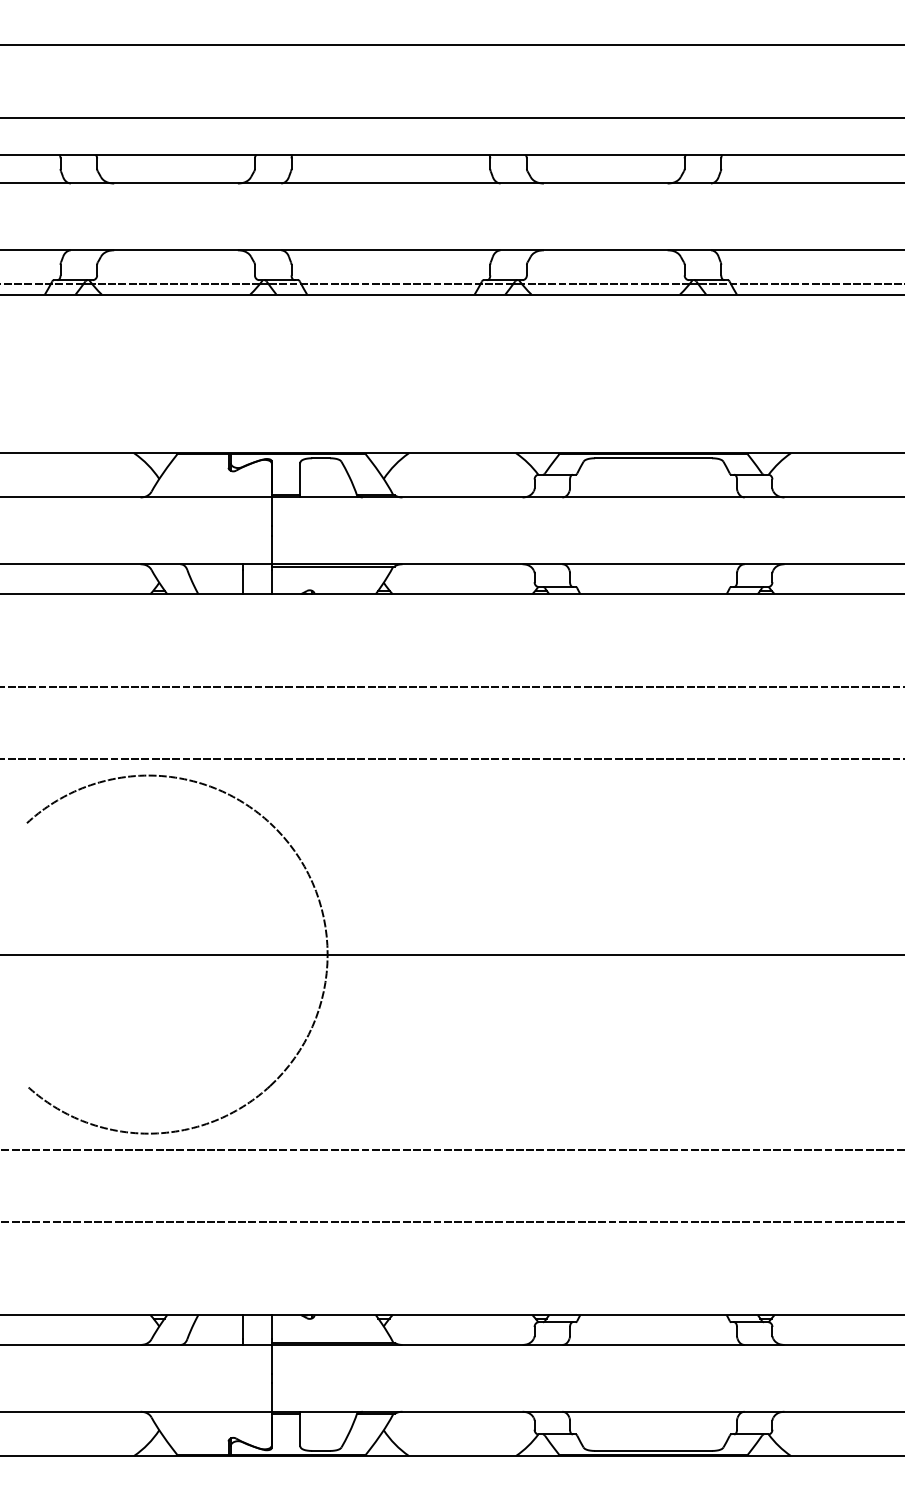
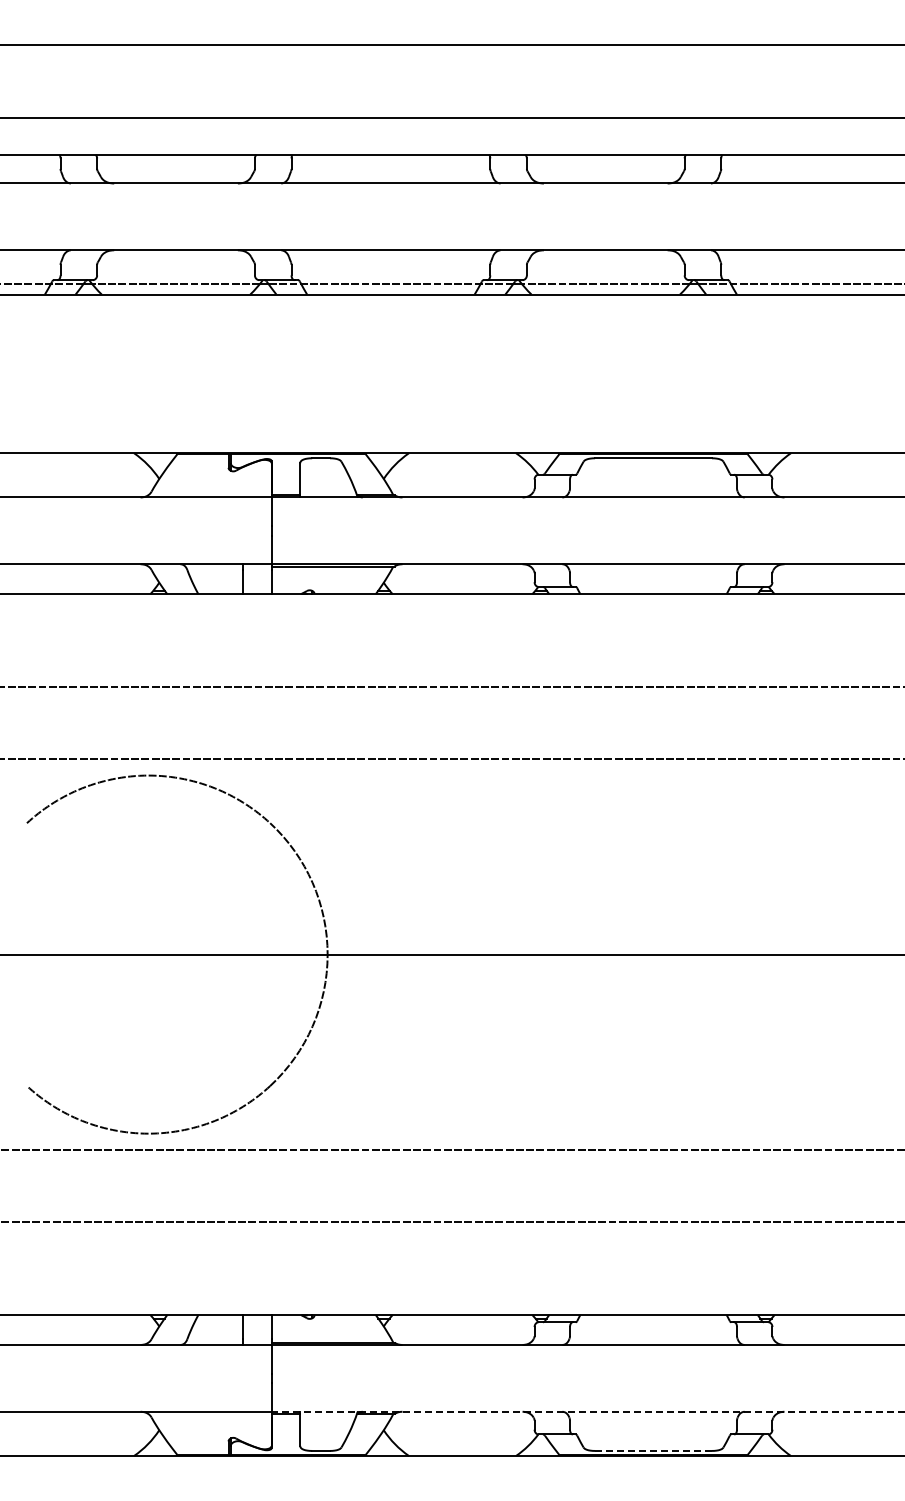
line at (587, 1411): solid -> dashed
line at (654, 1450): solid -> dashed
